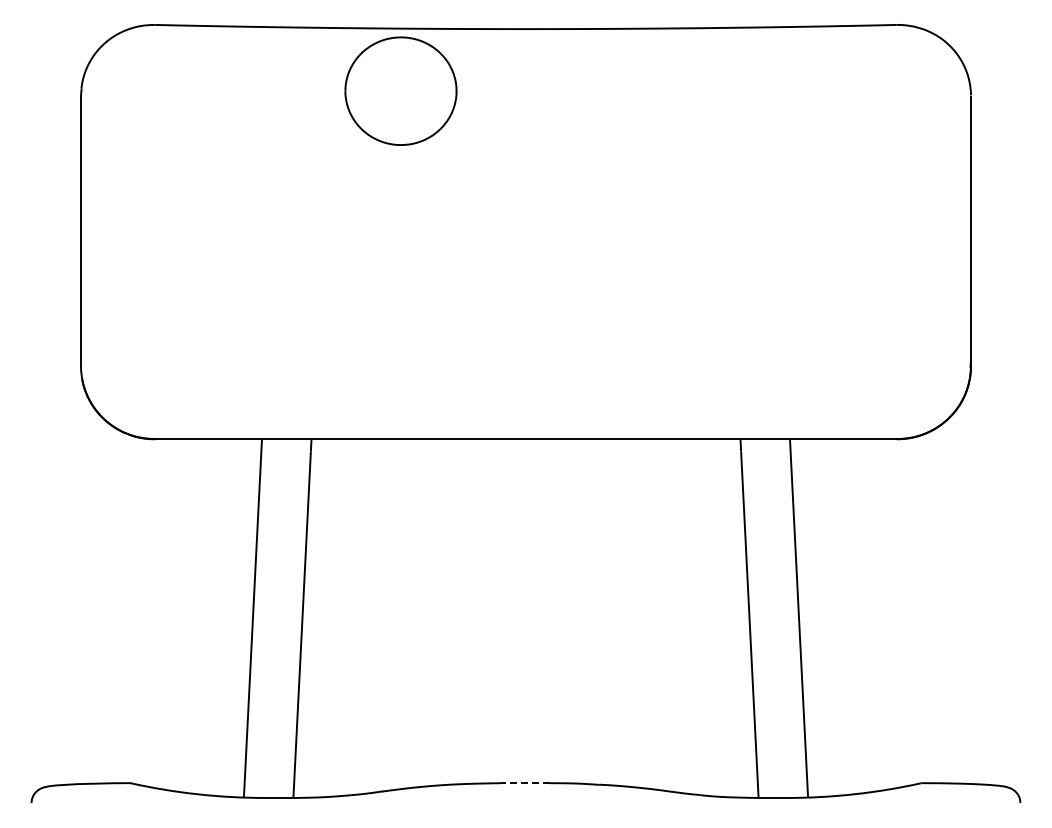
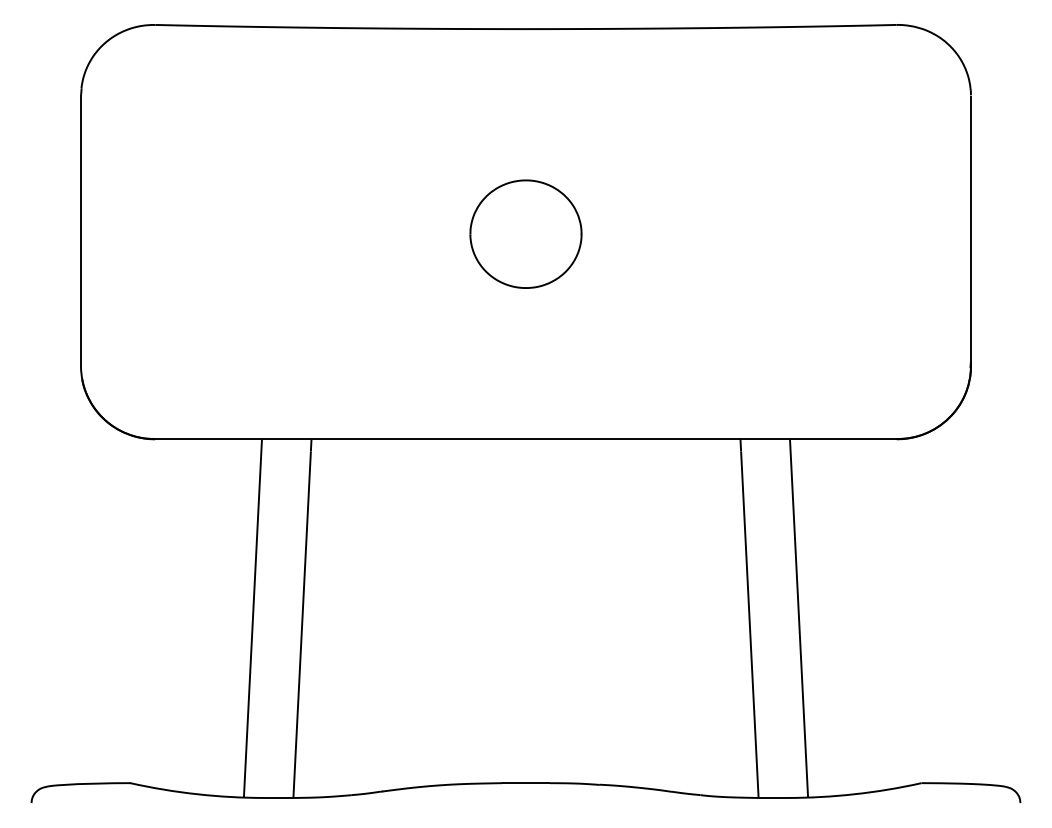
part at (400, 90) position: (400, 90) -> (525, 233)
line at (526, 783): dashed -> solid
